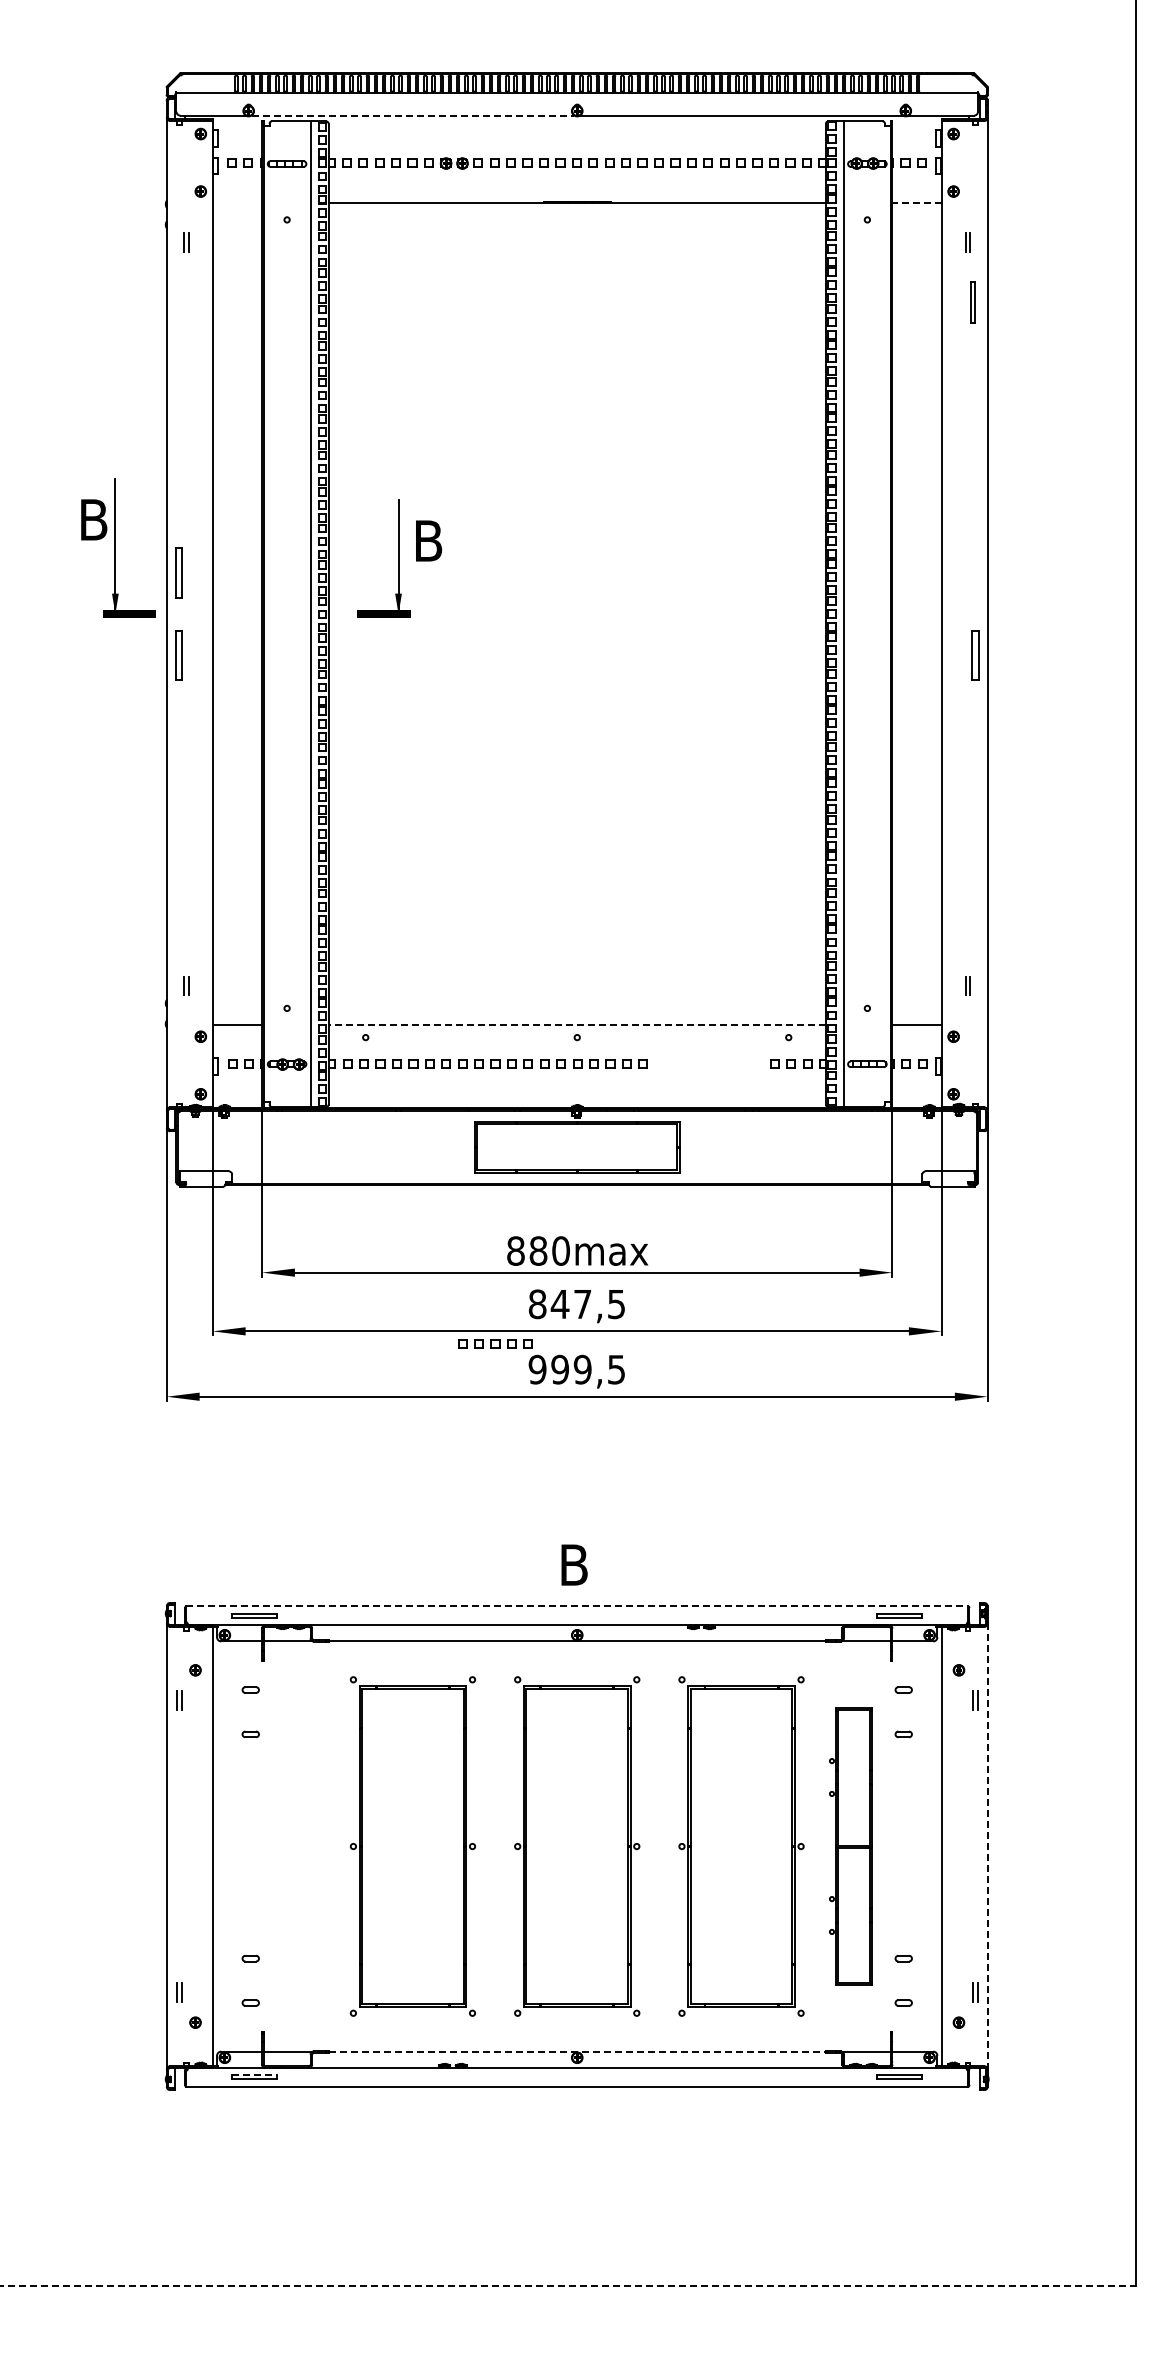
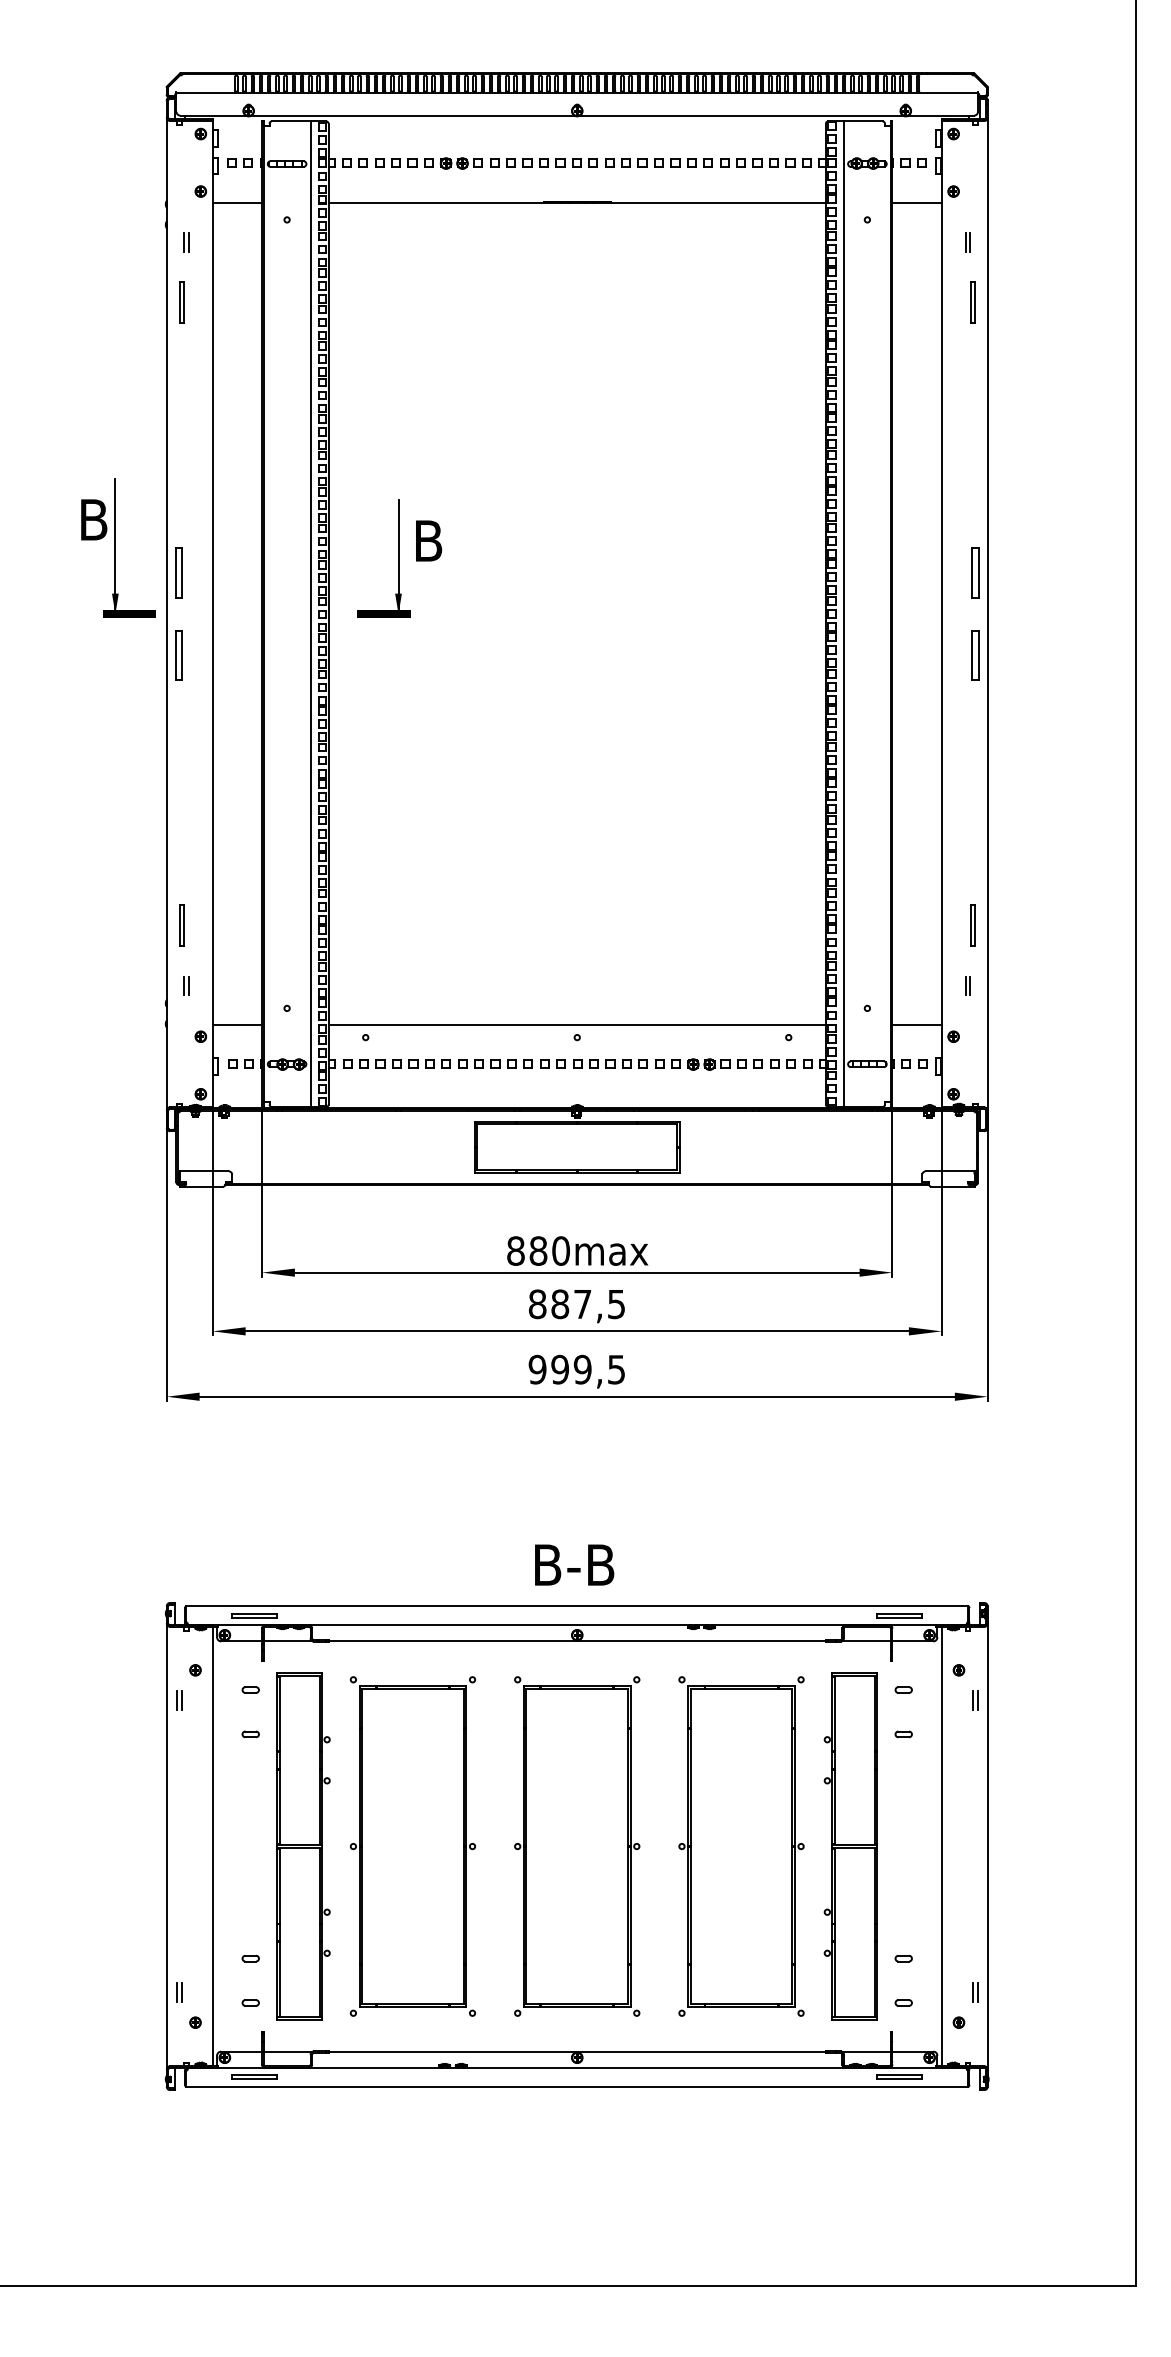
line at (413, 115): dashed -> solid
line at (237, 203): none -> present
line at (917, 203): dashed -> solid
part at (181, 302): none -> present
part at (975, 572): none -> present
part at (181, 925): none -> present
part at (972, 925): none -> present
line at (577, 1025): dashed -> solid
part at (708, 1064): none -> present
text at (559, 1304): 847,5 -> 887,5
part at (495, 1343): present -> none
text at (574, 1564): B -> B-B
line at (577, 1605): dashed -> solid
part at (303, 1846): none -> present
part at (850, 1846) size: 44x279 px -> 55x349 px
line at (987, 1846): dashed -> solid
line at (577, 2051): dashed -> solid
line at (254, 2074): dashed -> solid
line at (568, 2286): dashed -> solid
